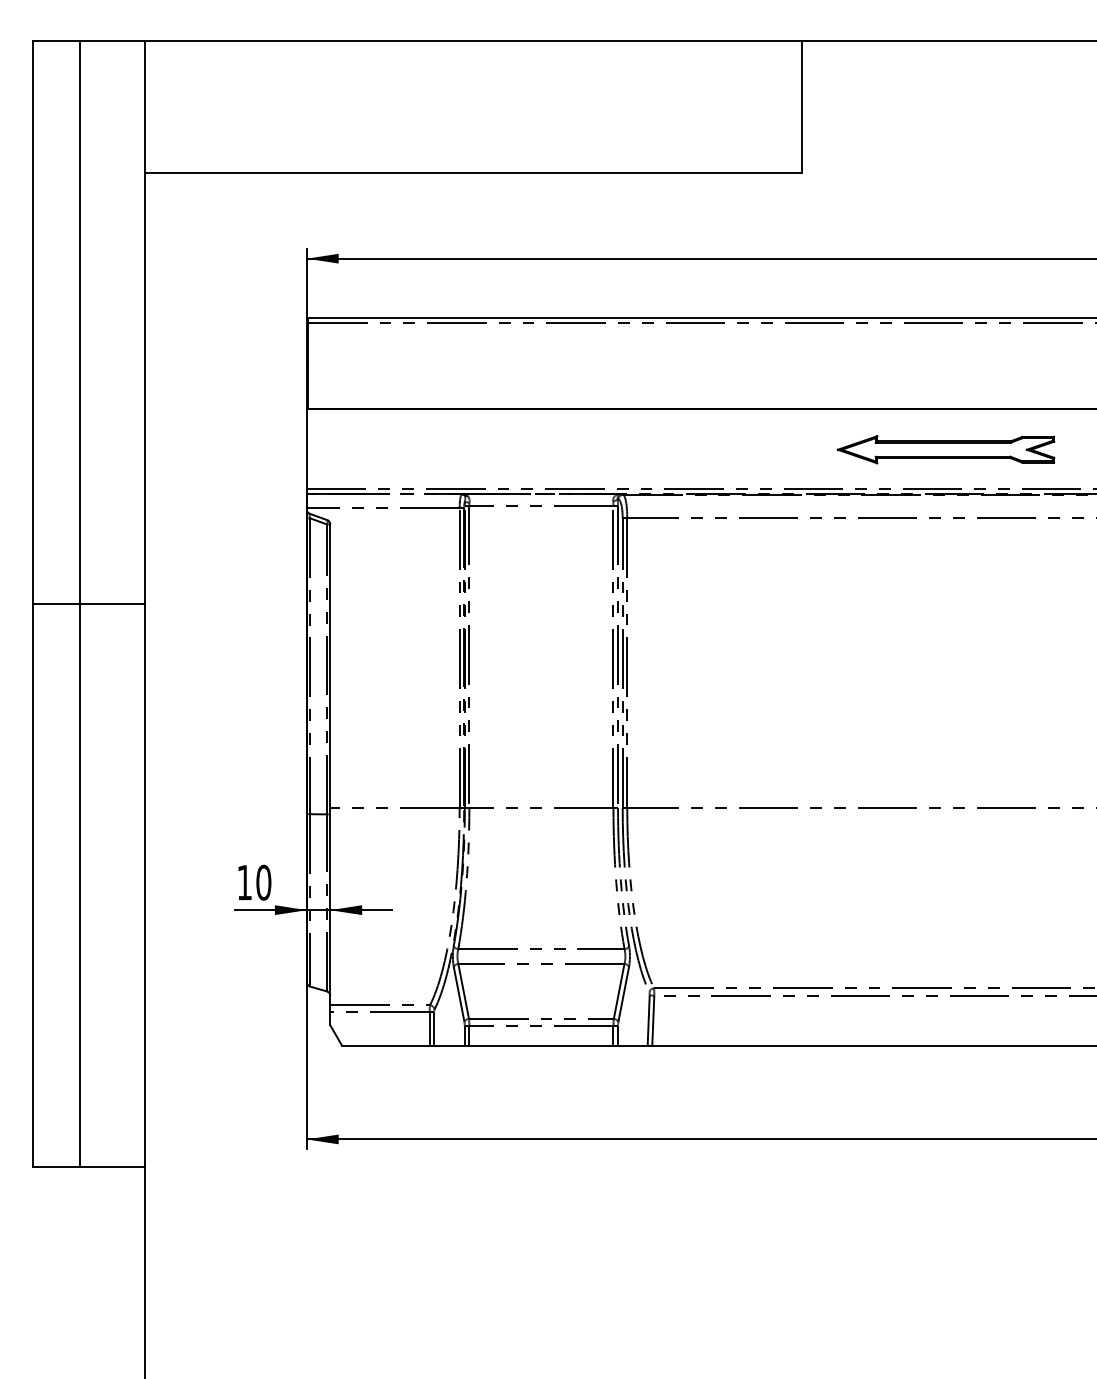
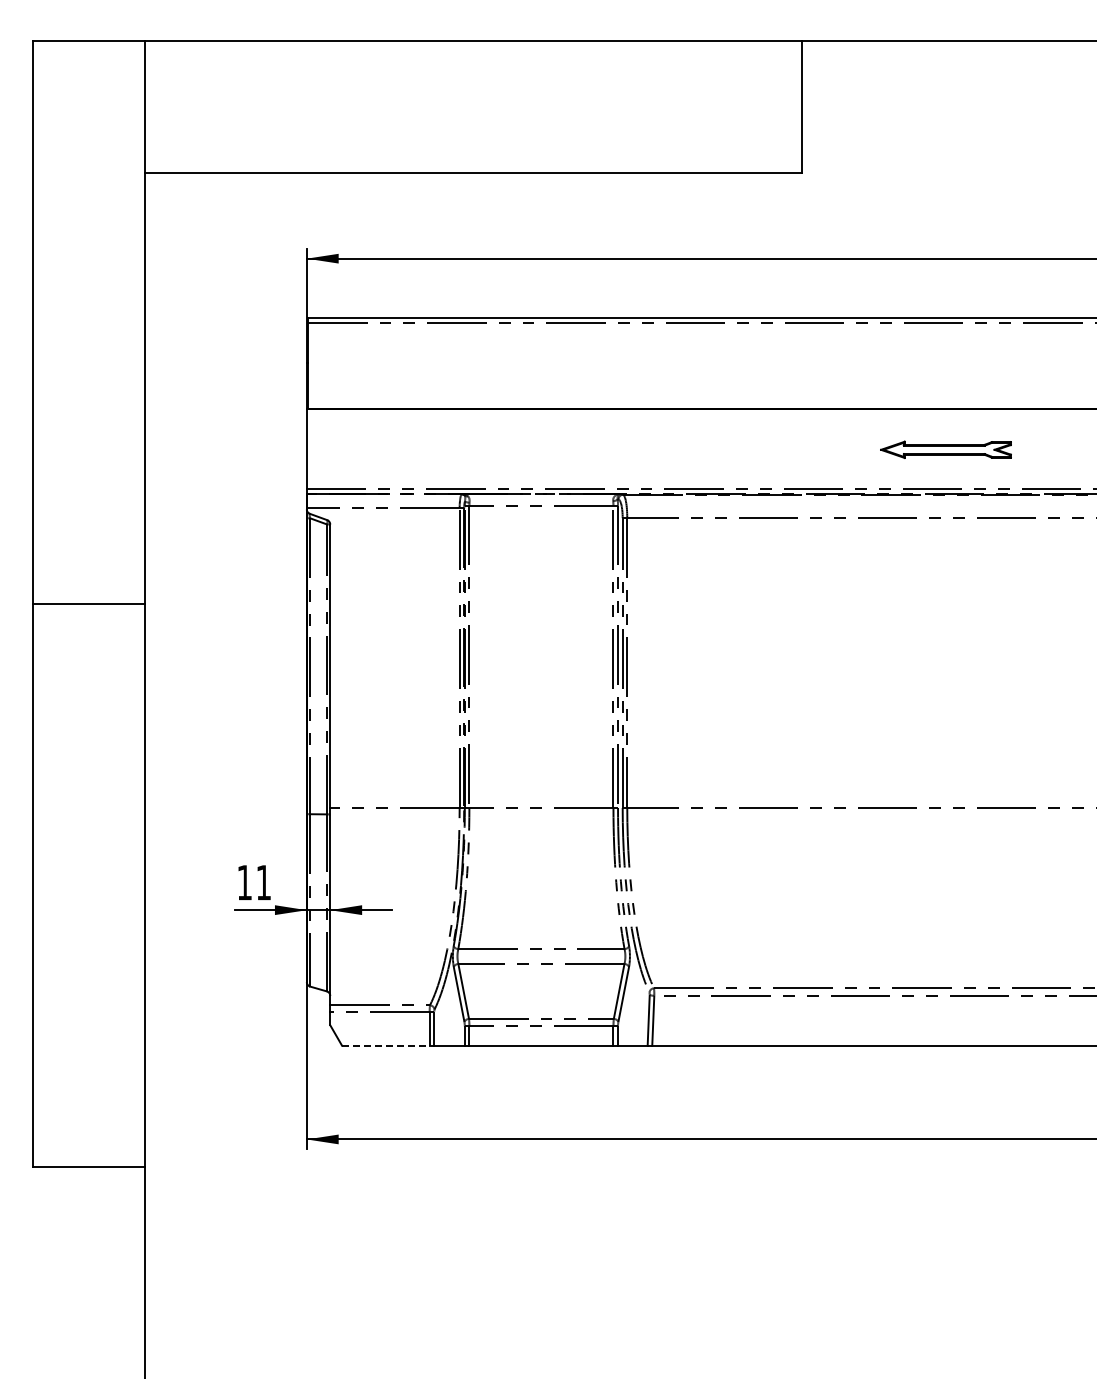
part at (945, 449) size: 220x30 px -> 132x19 px
line at (79, 604): present -> none
text at (263, 882): 10 -> 11
line at (385, 1045): solid -> dashed
